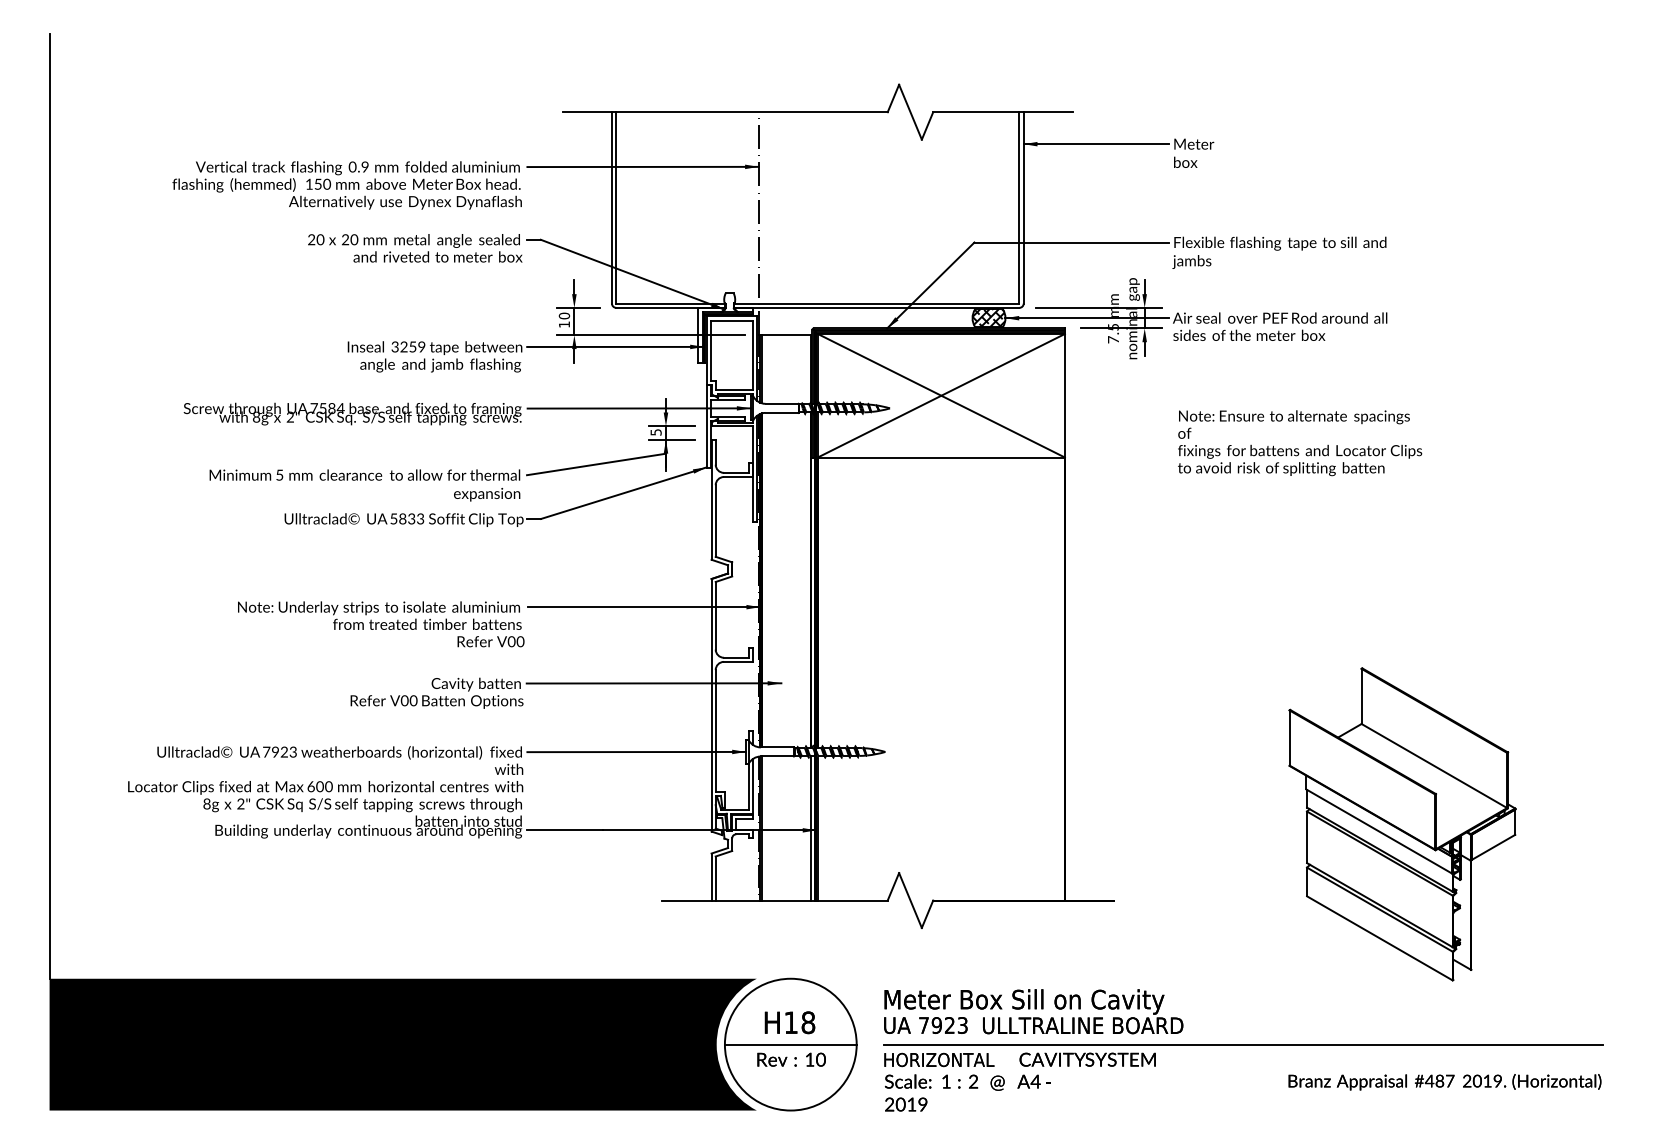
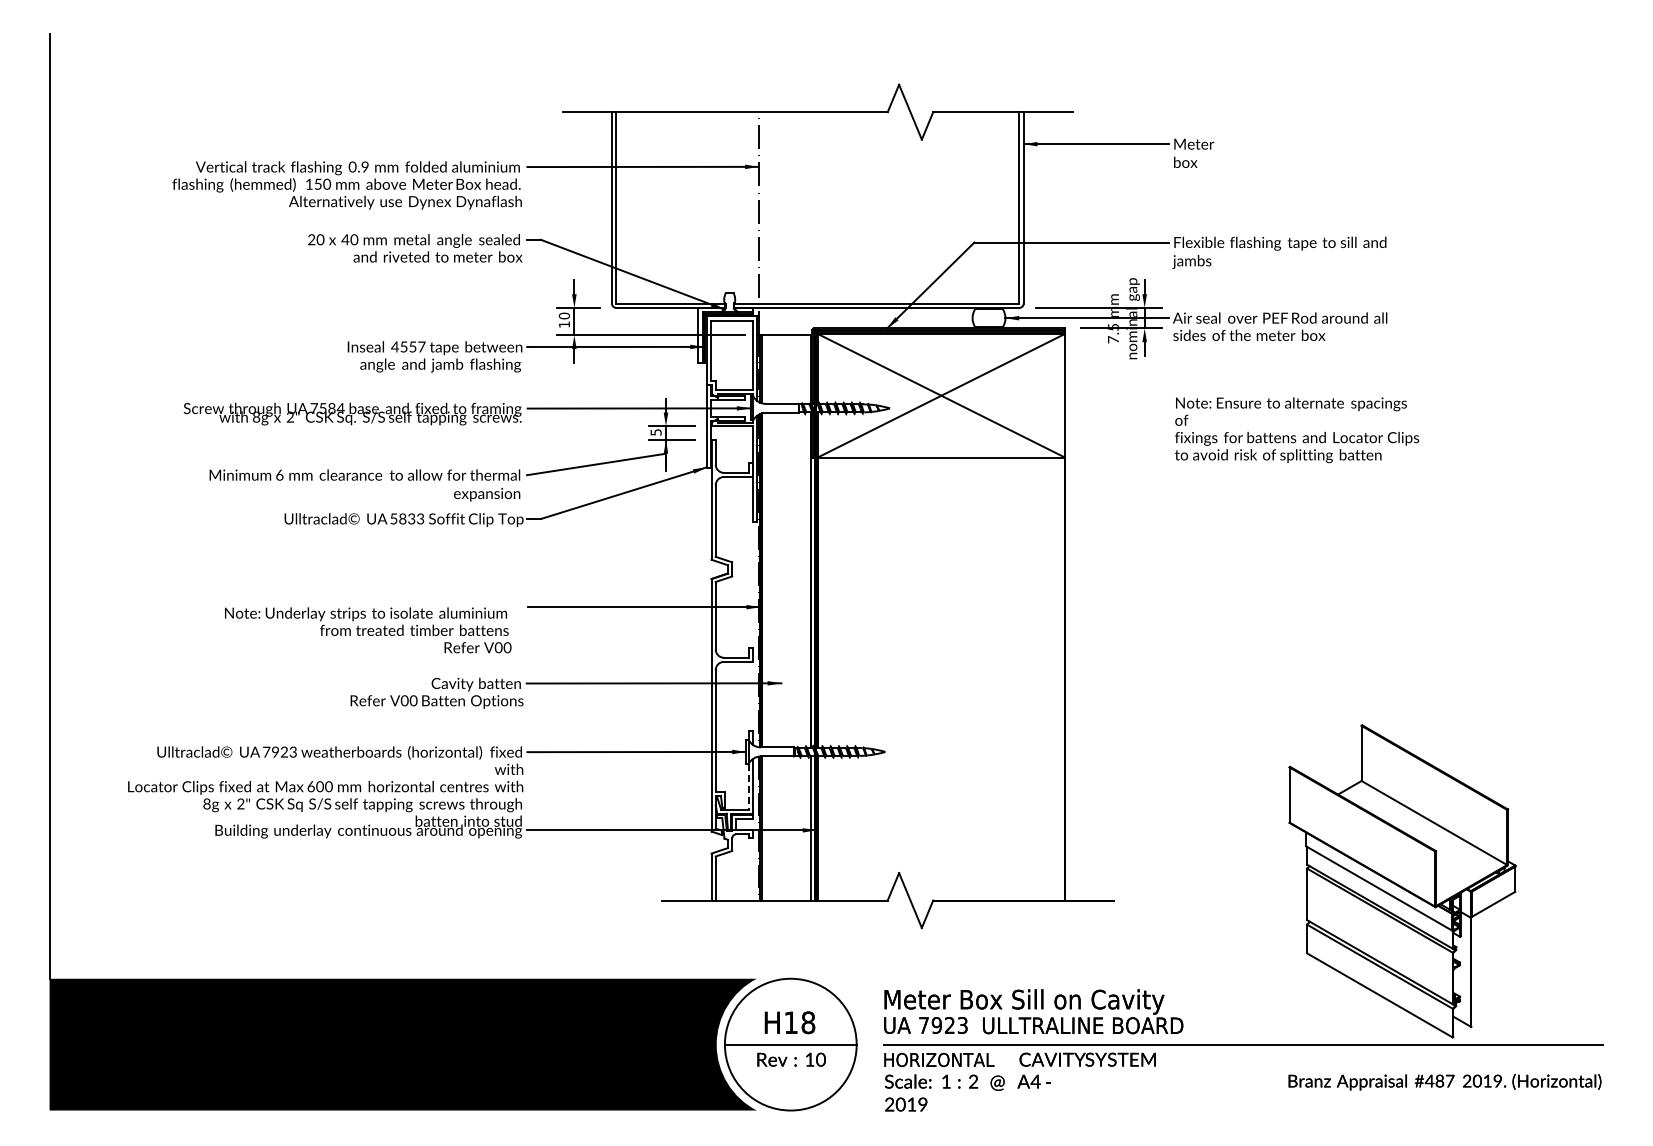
text at (345, 239): 20 -> 40
hatch at (988, 318): present -> none
text at (408, 346): 3259 -> 4557
text at (1300, 443) position: (1300, 443) -> (1297, 430)
text at (279, 474): 5 -> 6
text at (381, 624) position: (381, 624) -> (368, 630)
line at (748, 786): solid -> dashed
part at (1402, 824) position: (1402, 824) -> (1402, 881)
